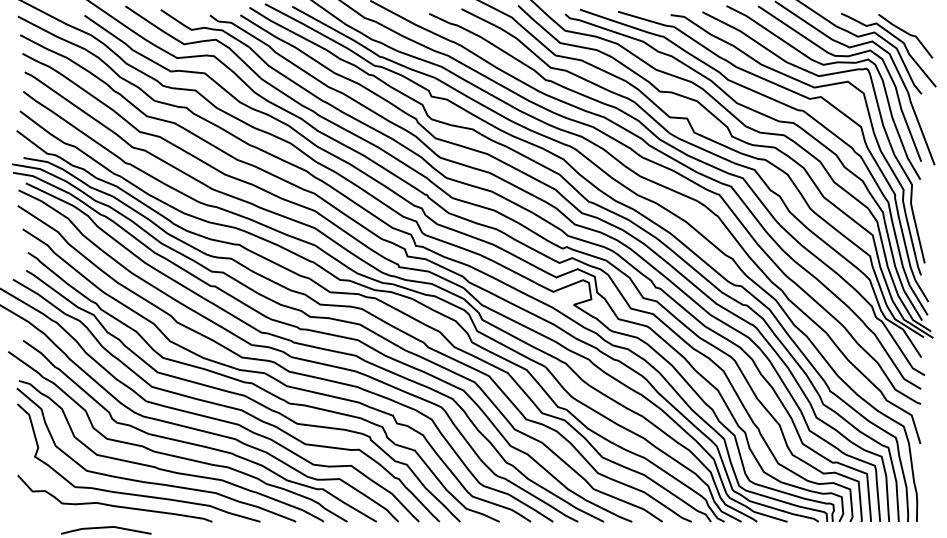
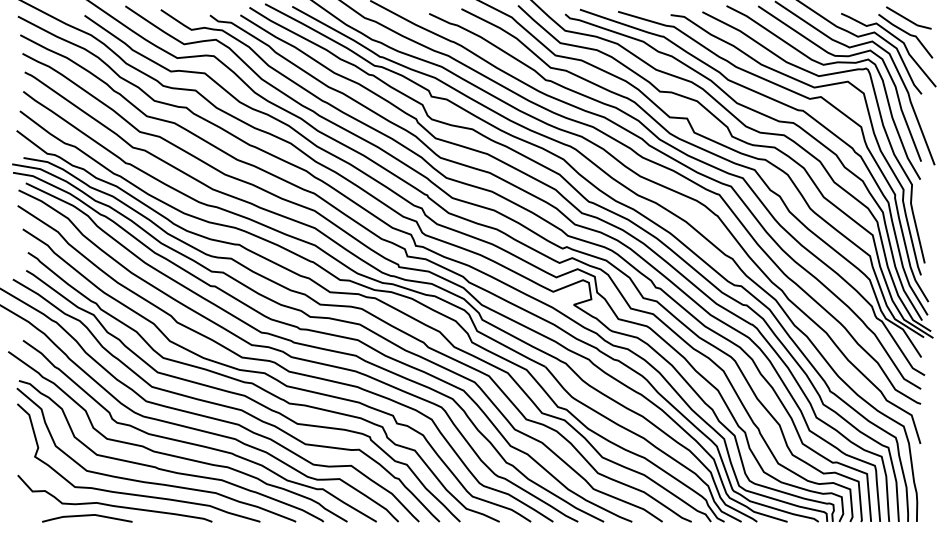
line at (907, 18): none -> present
line at (106, 528) position: (106, 528) -> (87, 516)
